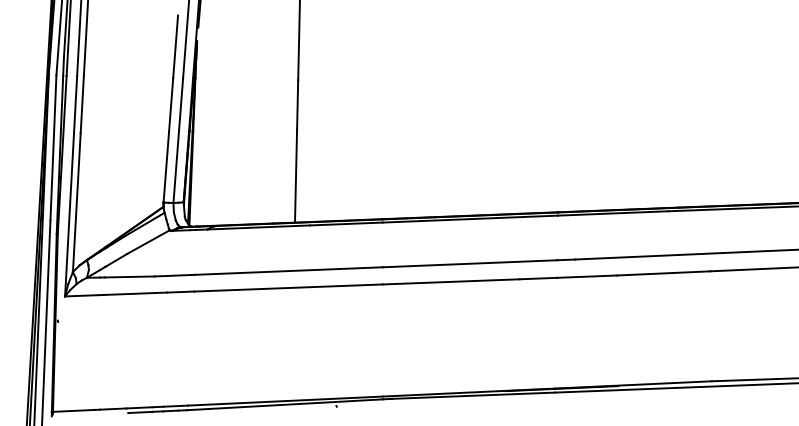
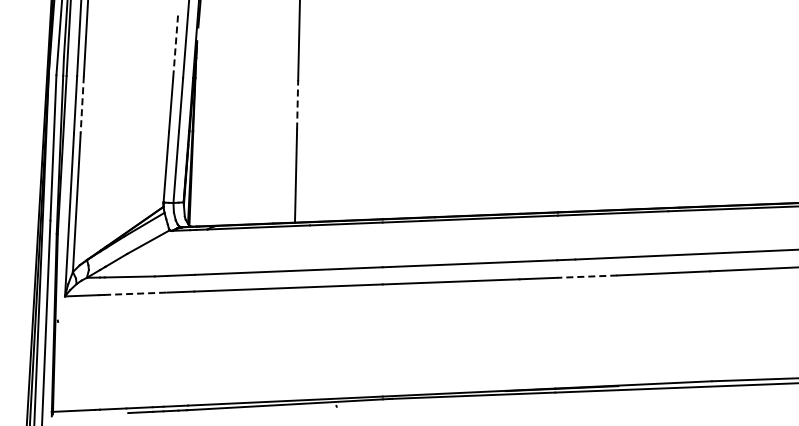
line at (175, 47): solid -> dashed
line at (82, 104): solid -> dashed
line at (297, 104): solid -> dashed
line at (586, 276): solid -> dashed
line at (136, 293): solid -> dashed
